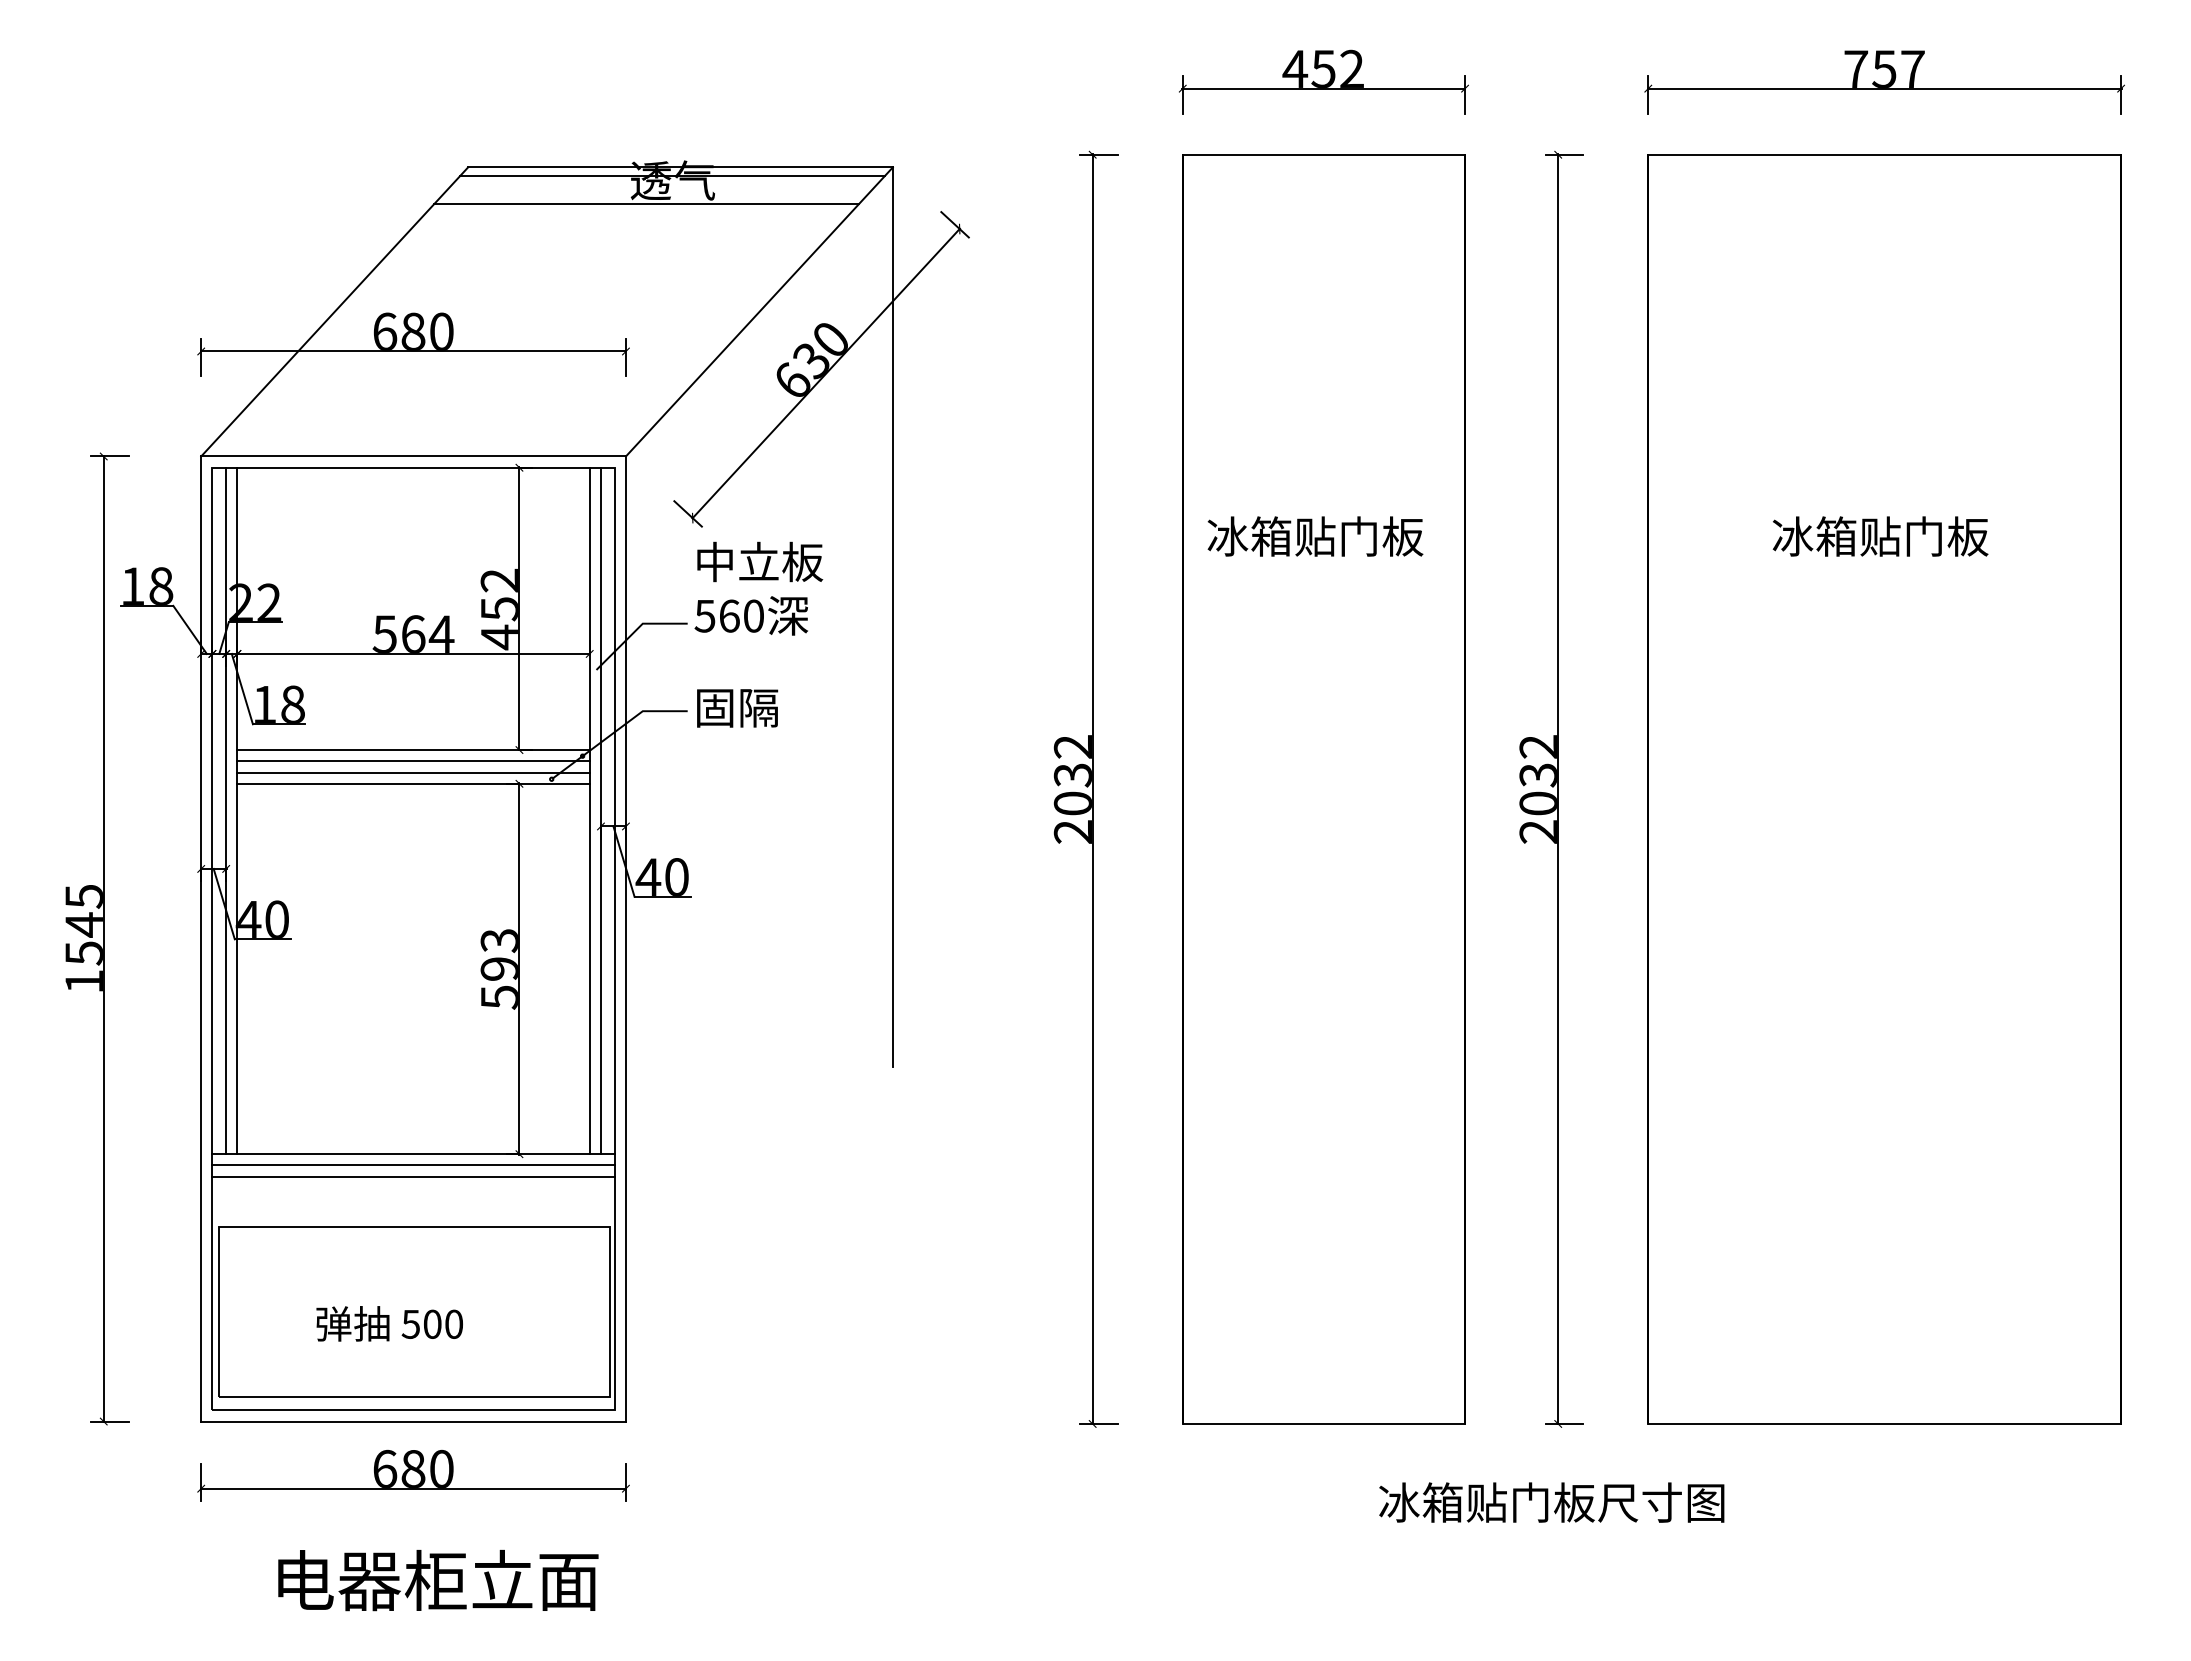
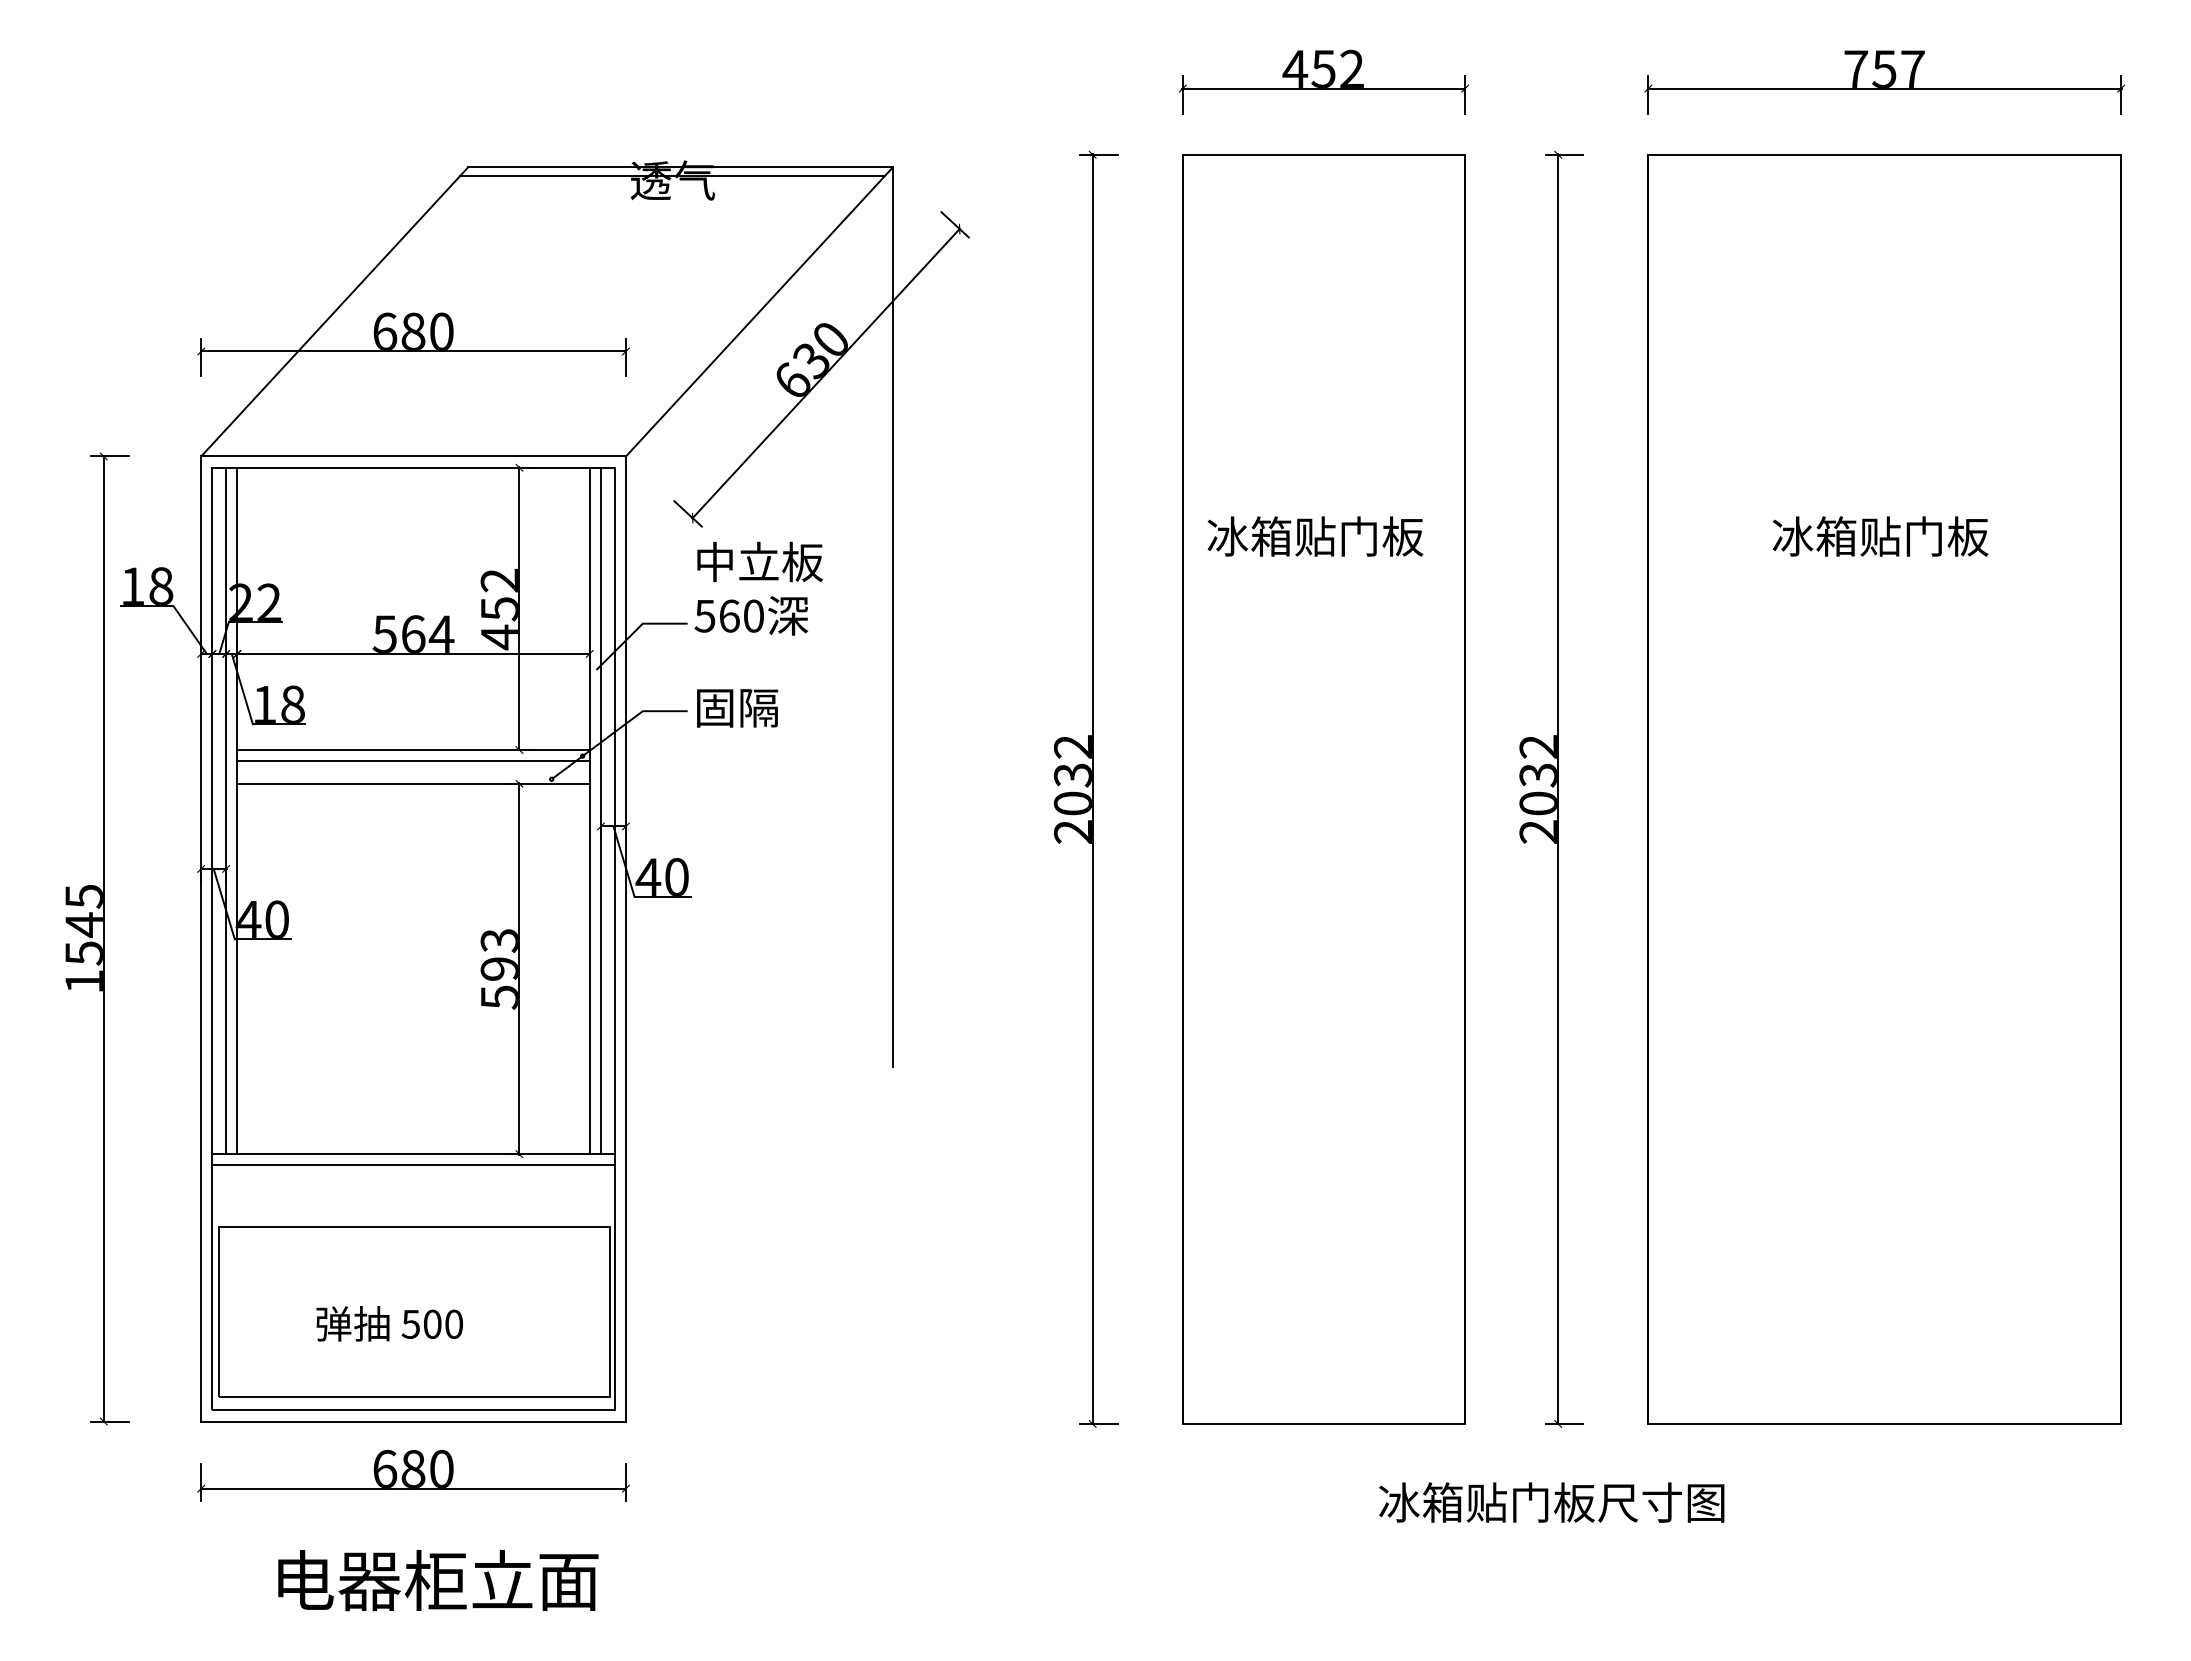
line at (645, 204): present -> none
line at (413, 772): present -> none
line at (413, 1176): present -> none
